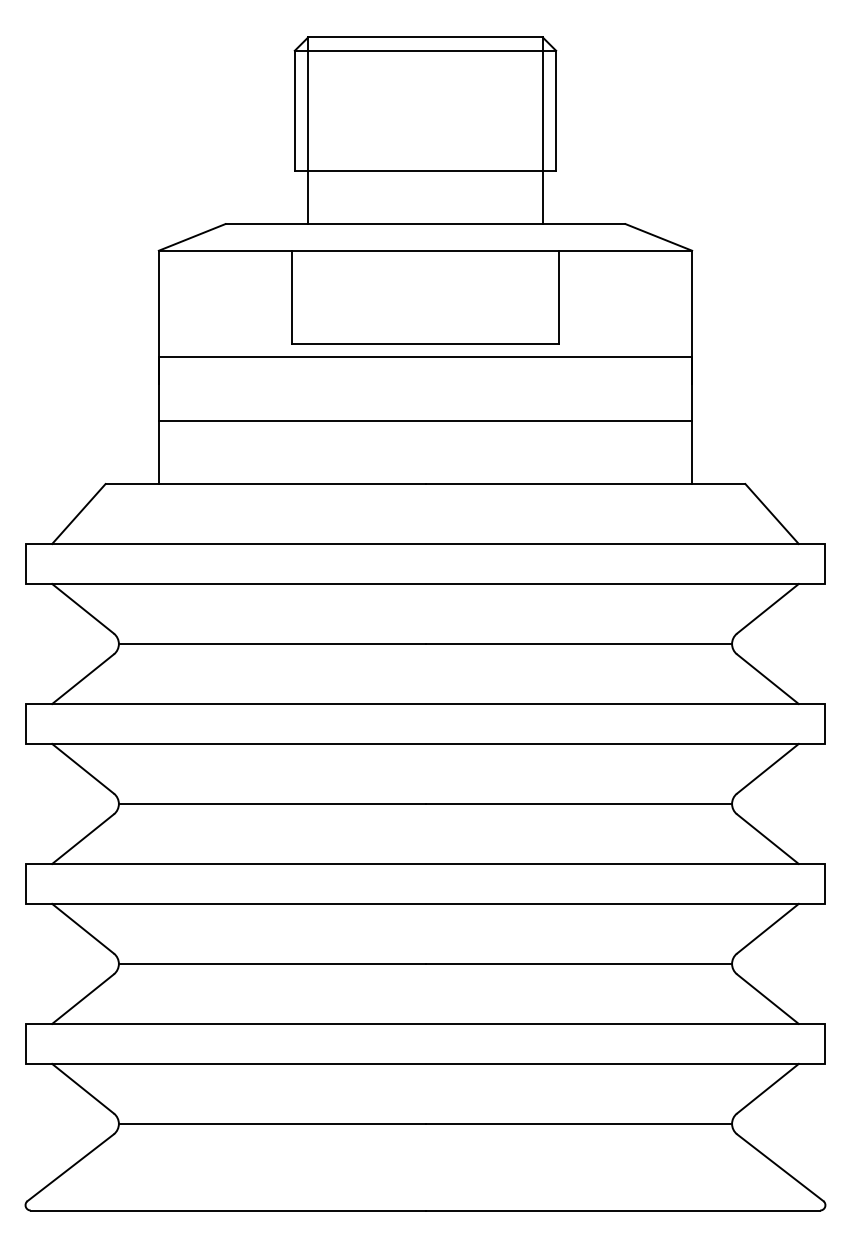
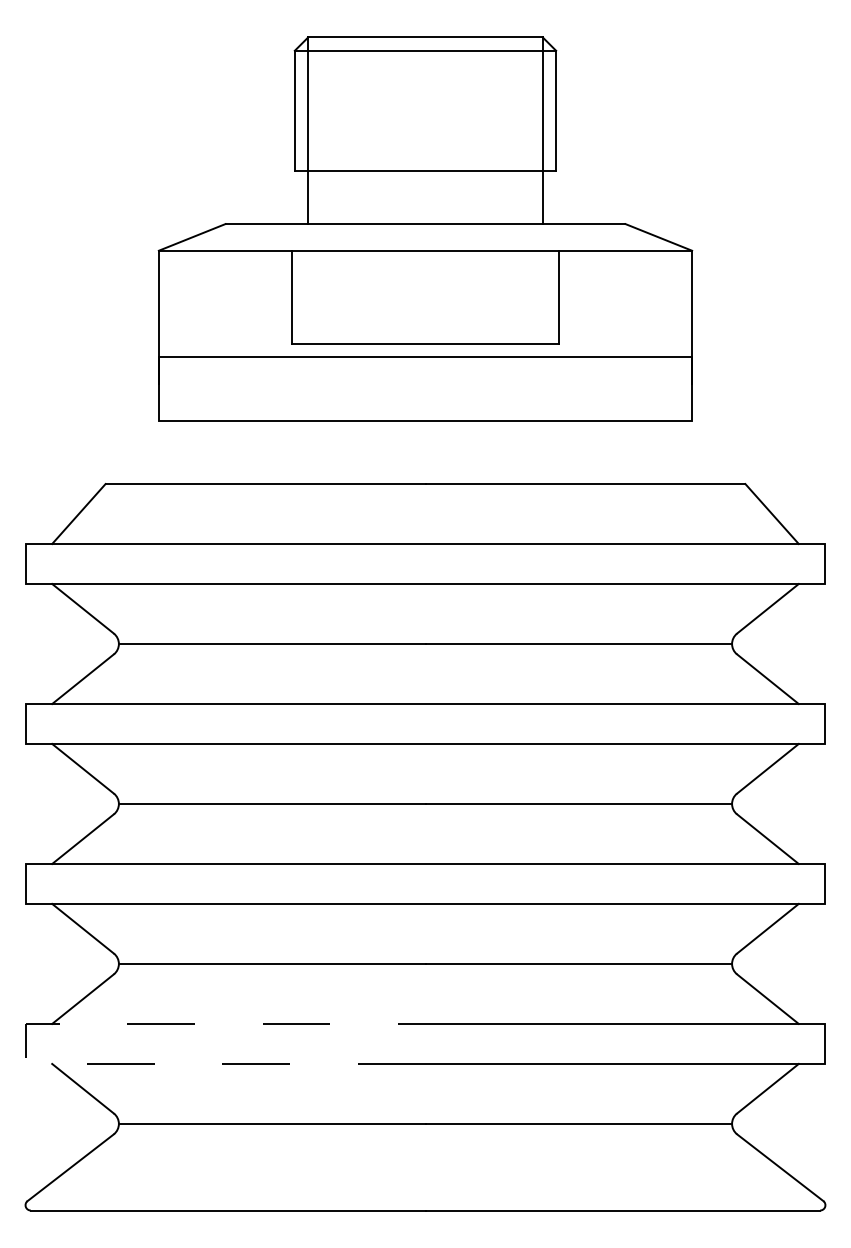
line at (158, 452): present -> none
line at (692, 452): present -> none
line at (25, 1043): solid -> dashed
